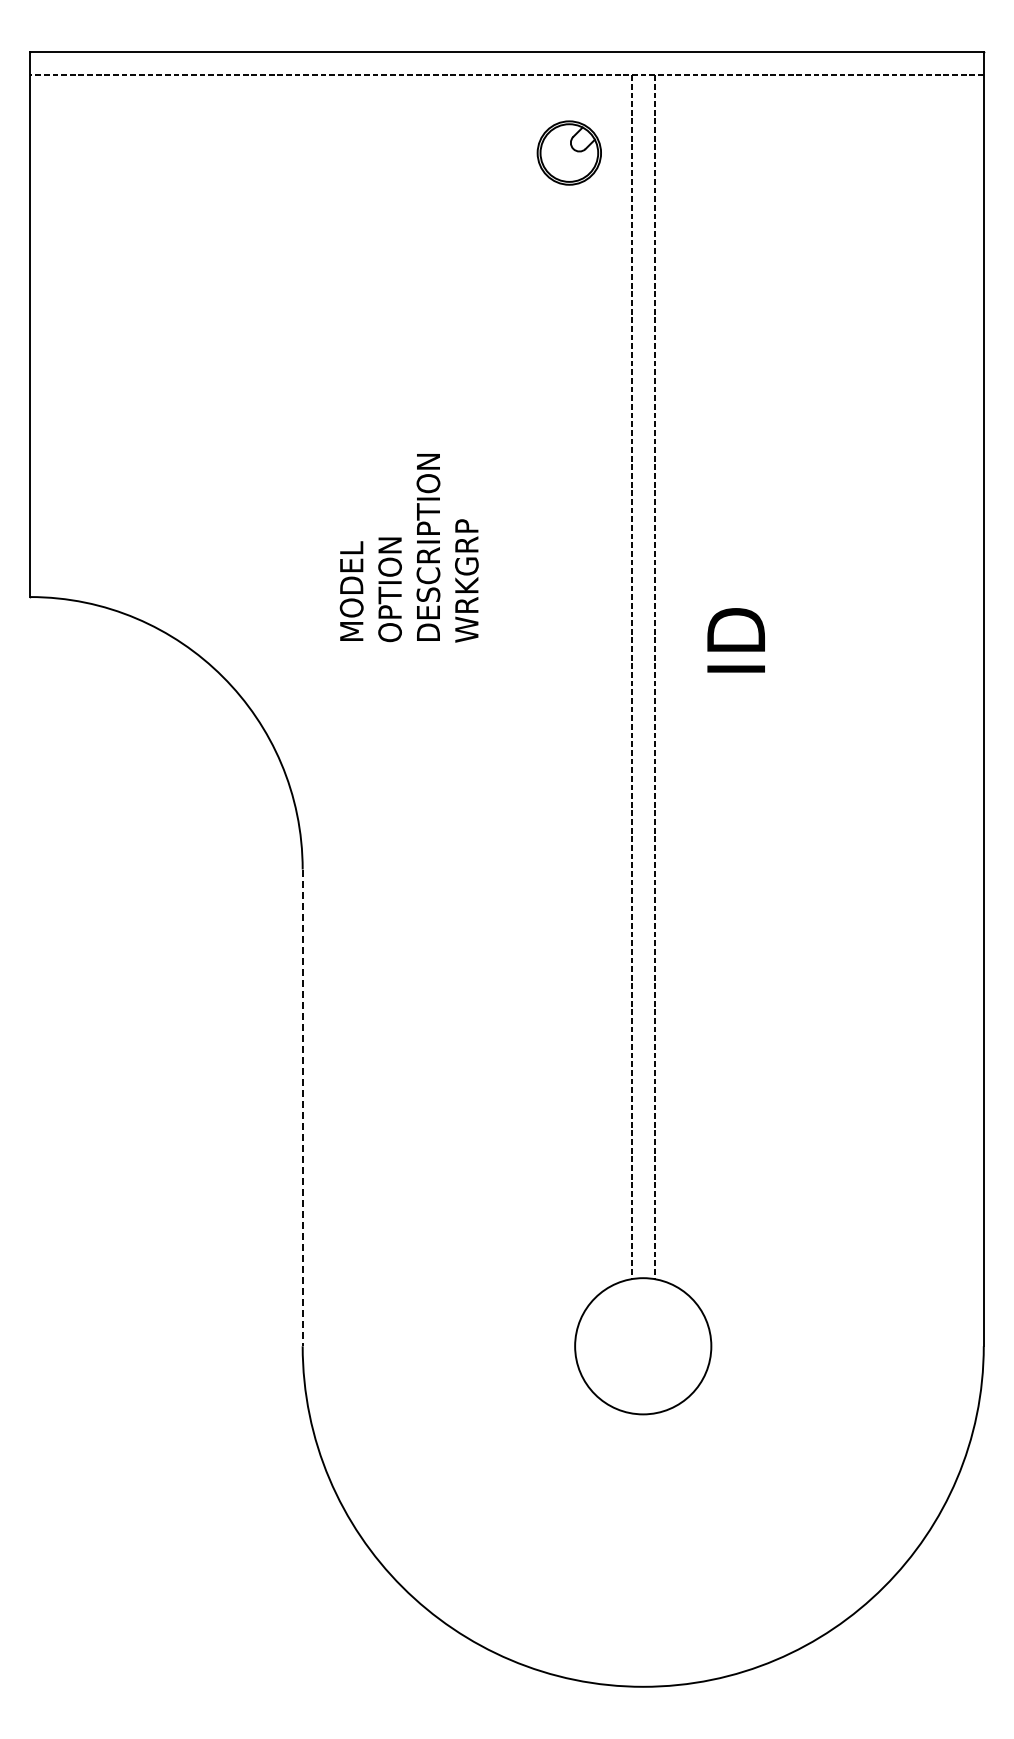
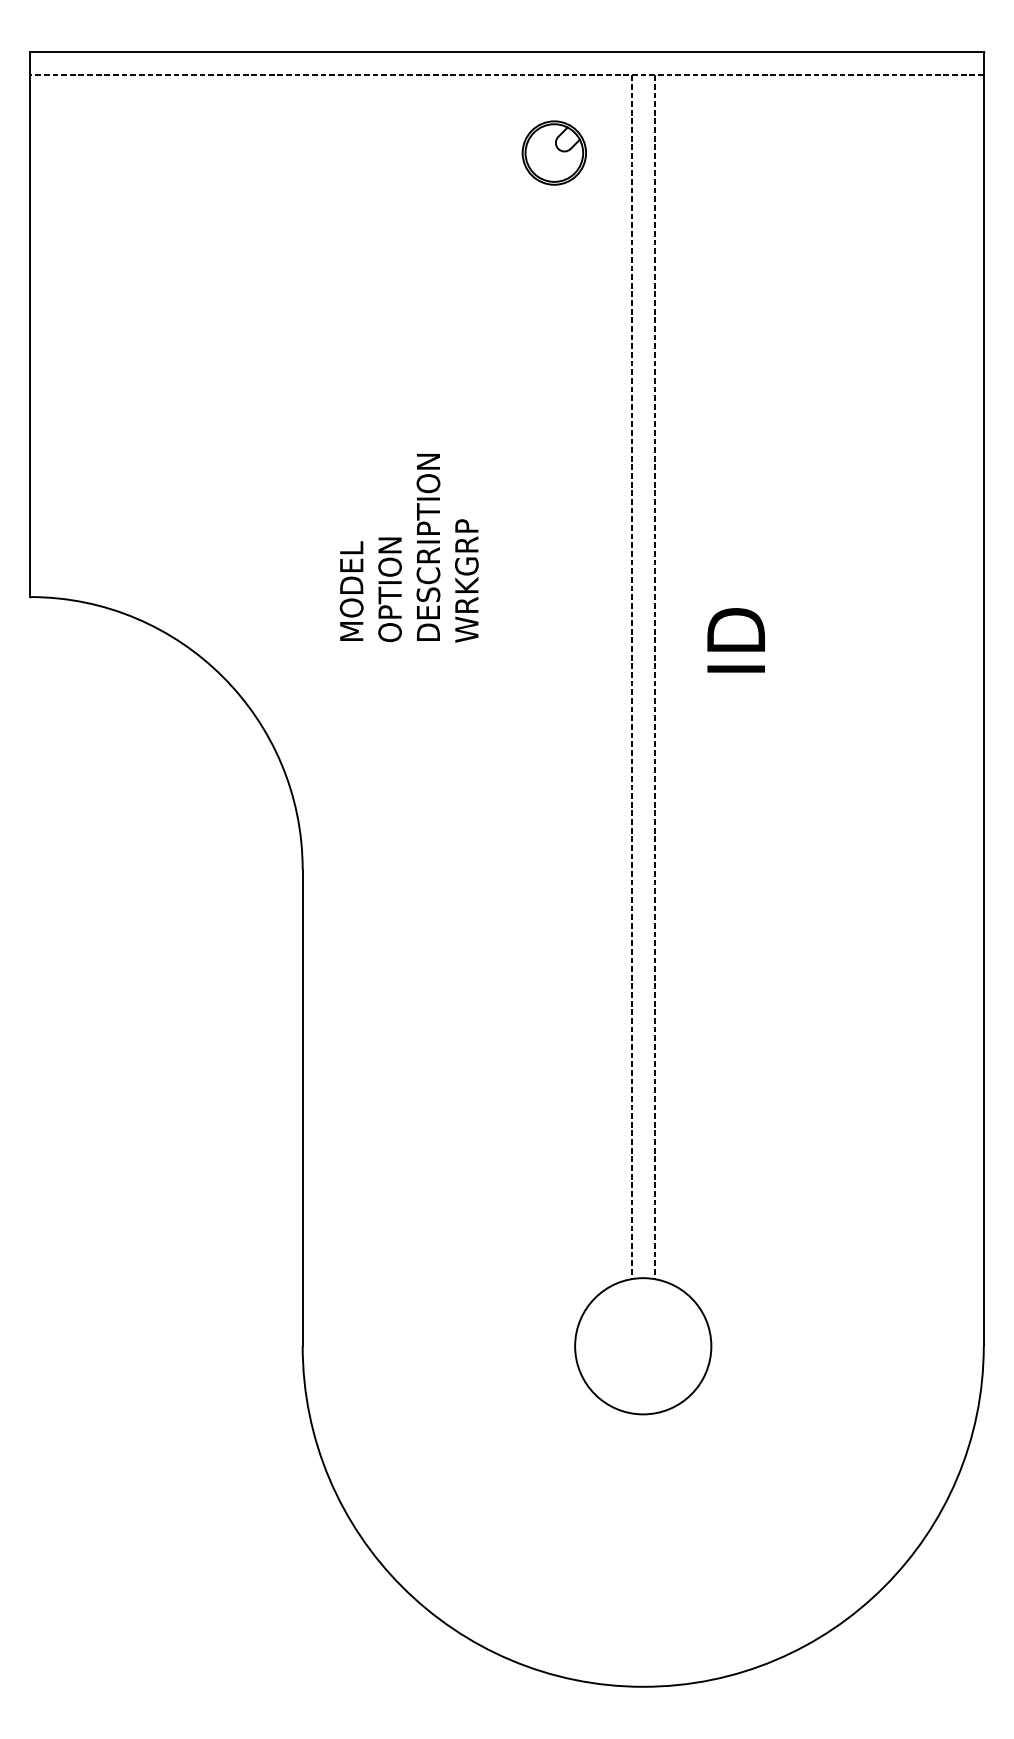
part at (568, 152) position: (568, 152) -> (553, 152)
line at (302, 1108): dashed -> solid
